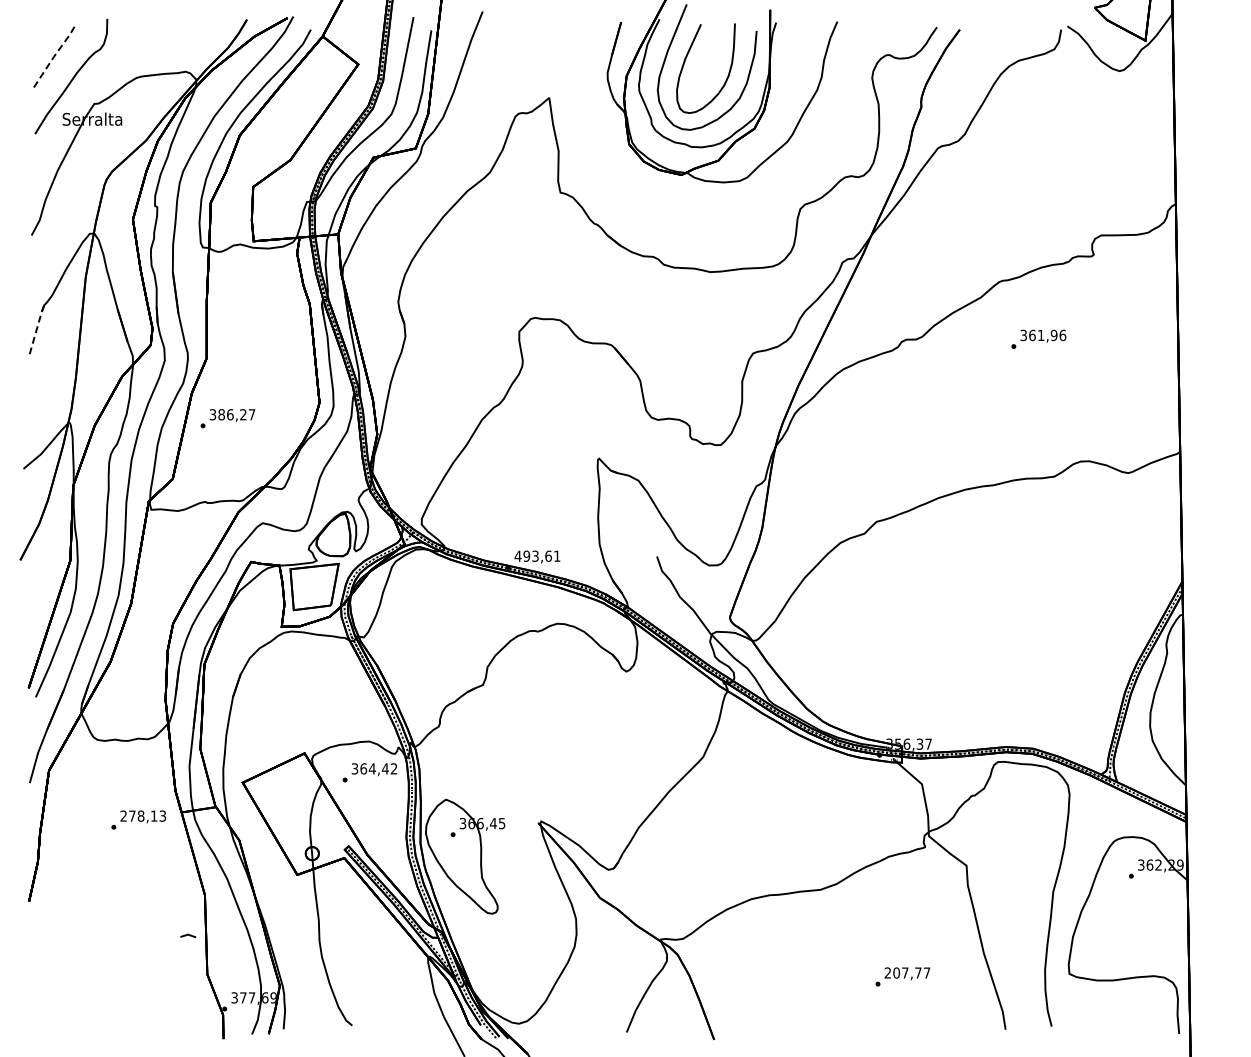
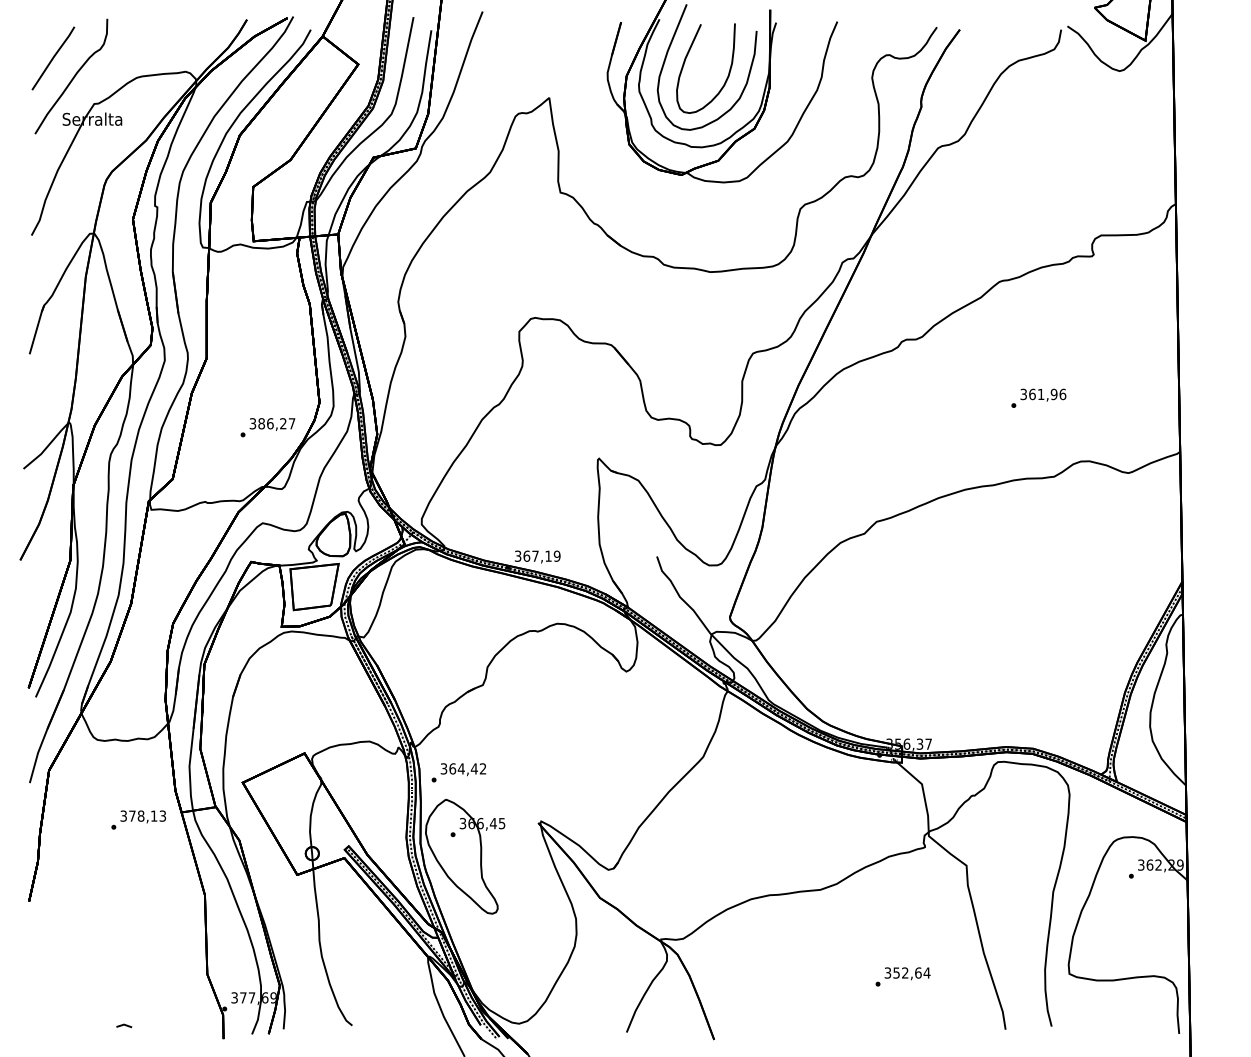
line at (54, 56): dashed -> solid
line at (36, 328): dashed -> solid
text at (1038, 338) position: (1038, 338) -> (1038, 397)
text at (227, 418) position: (227, 418) -> (267, 427)
text at (537, 555): 493,61 -> 367,19
text at (369, 772) position: (369, 772) -> (458, 772)
text at (123, 816): 278,13 -> 378,13
line at (188, 935) position: (188, 935) -> (124, 1025)
text at (907, 972): 207,77 -> 352,64
